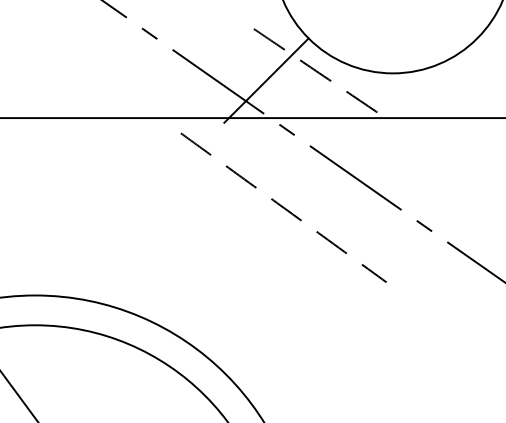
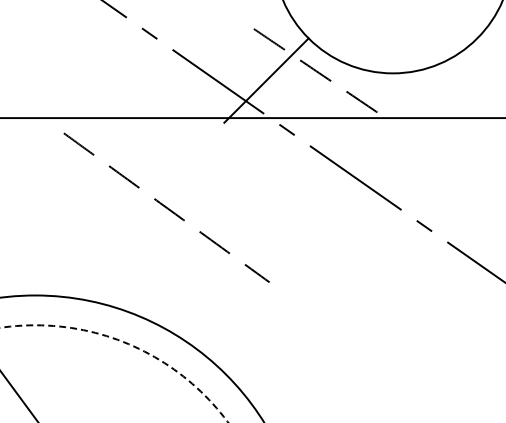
curve at (283, 207) position: (283, 207) -> (166, 207)
circle at (114, 373): solid -> dashed
